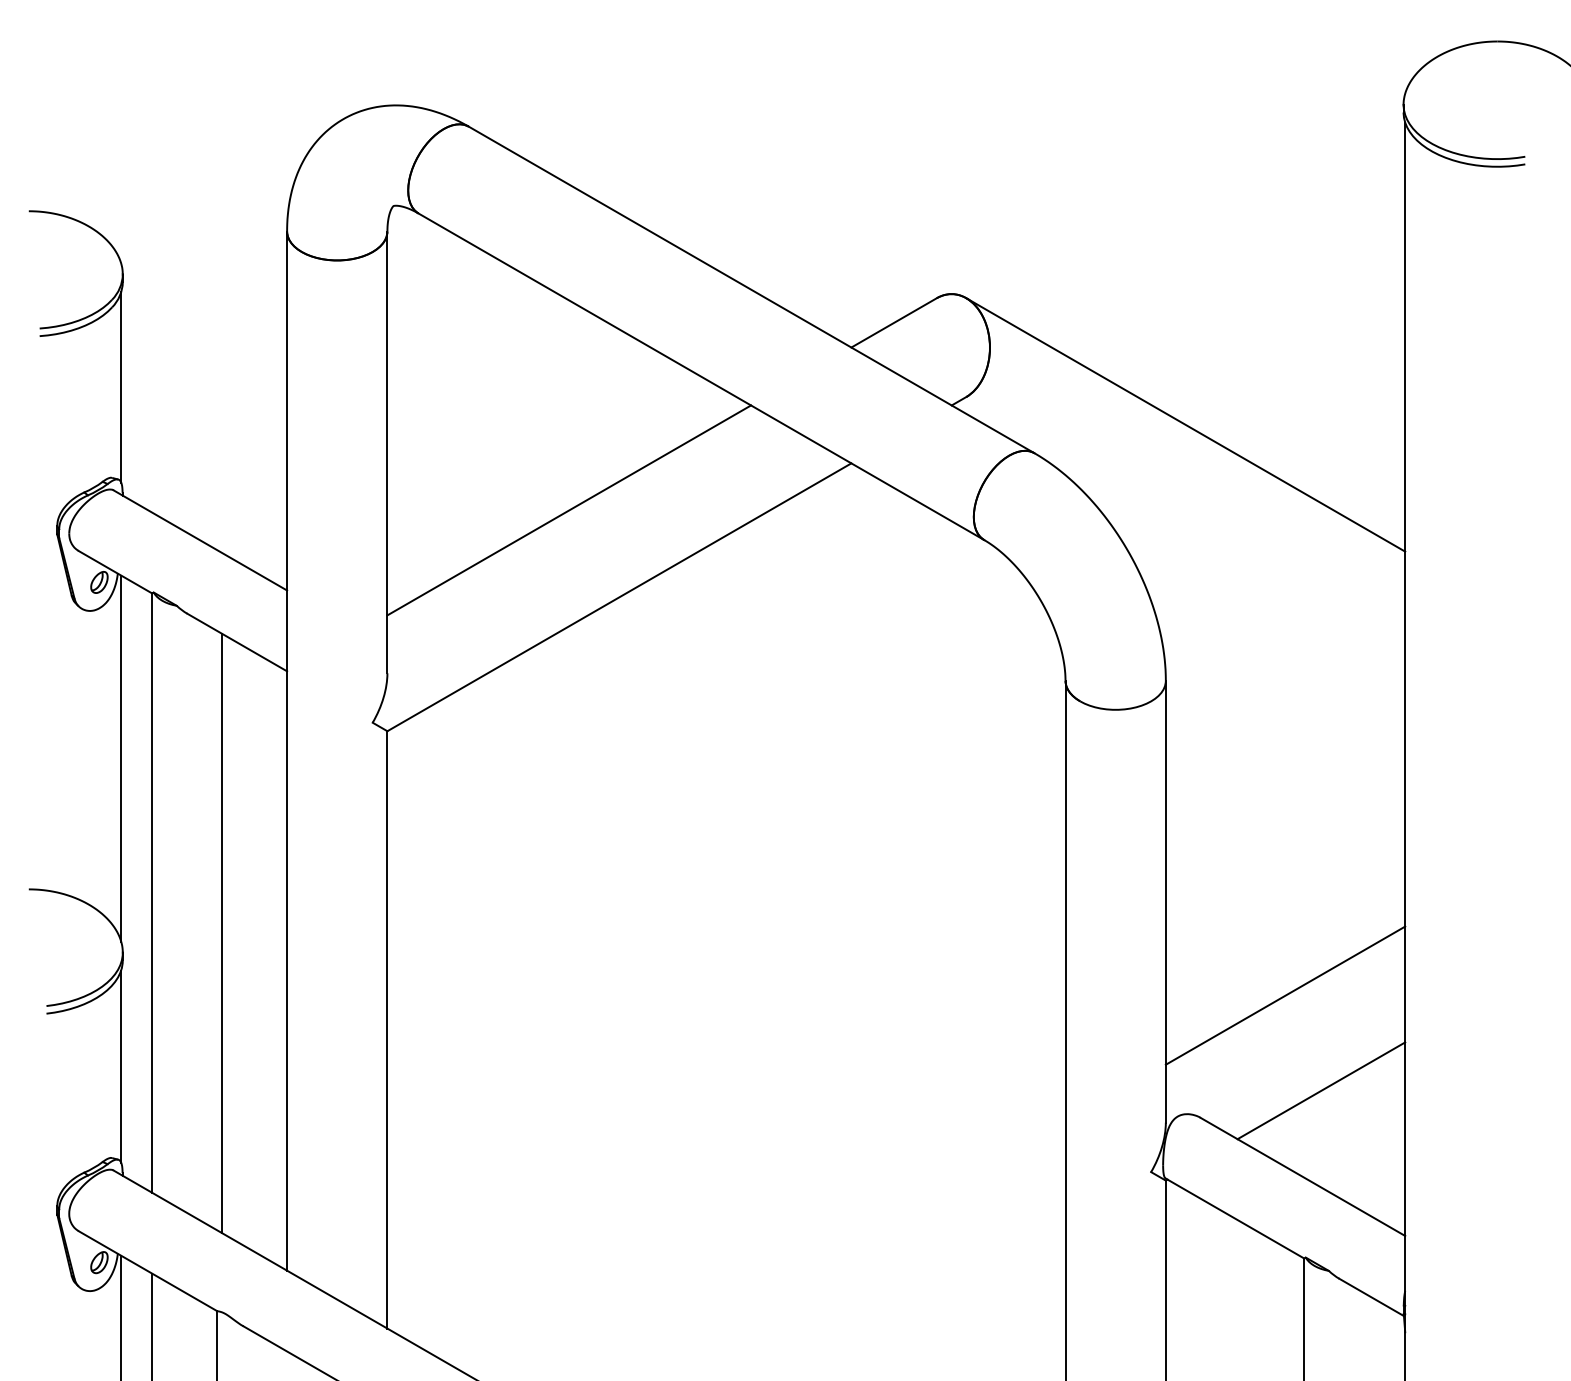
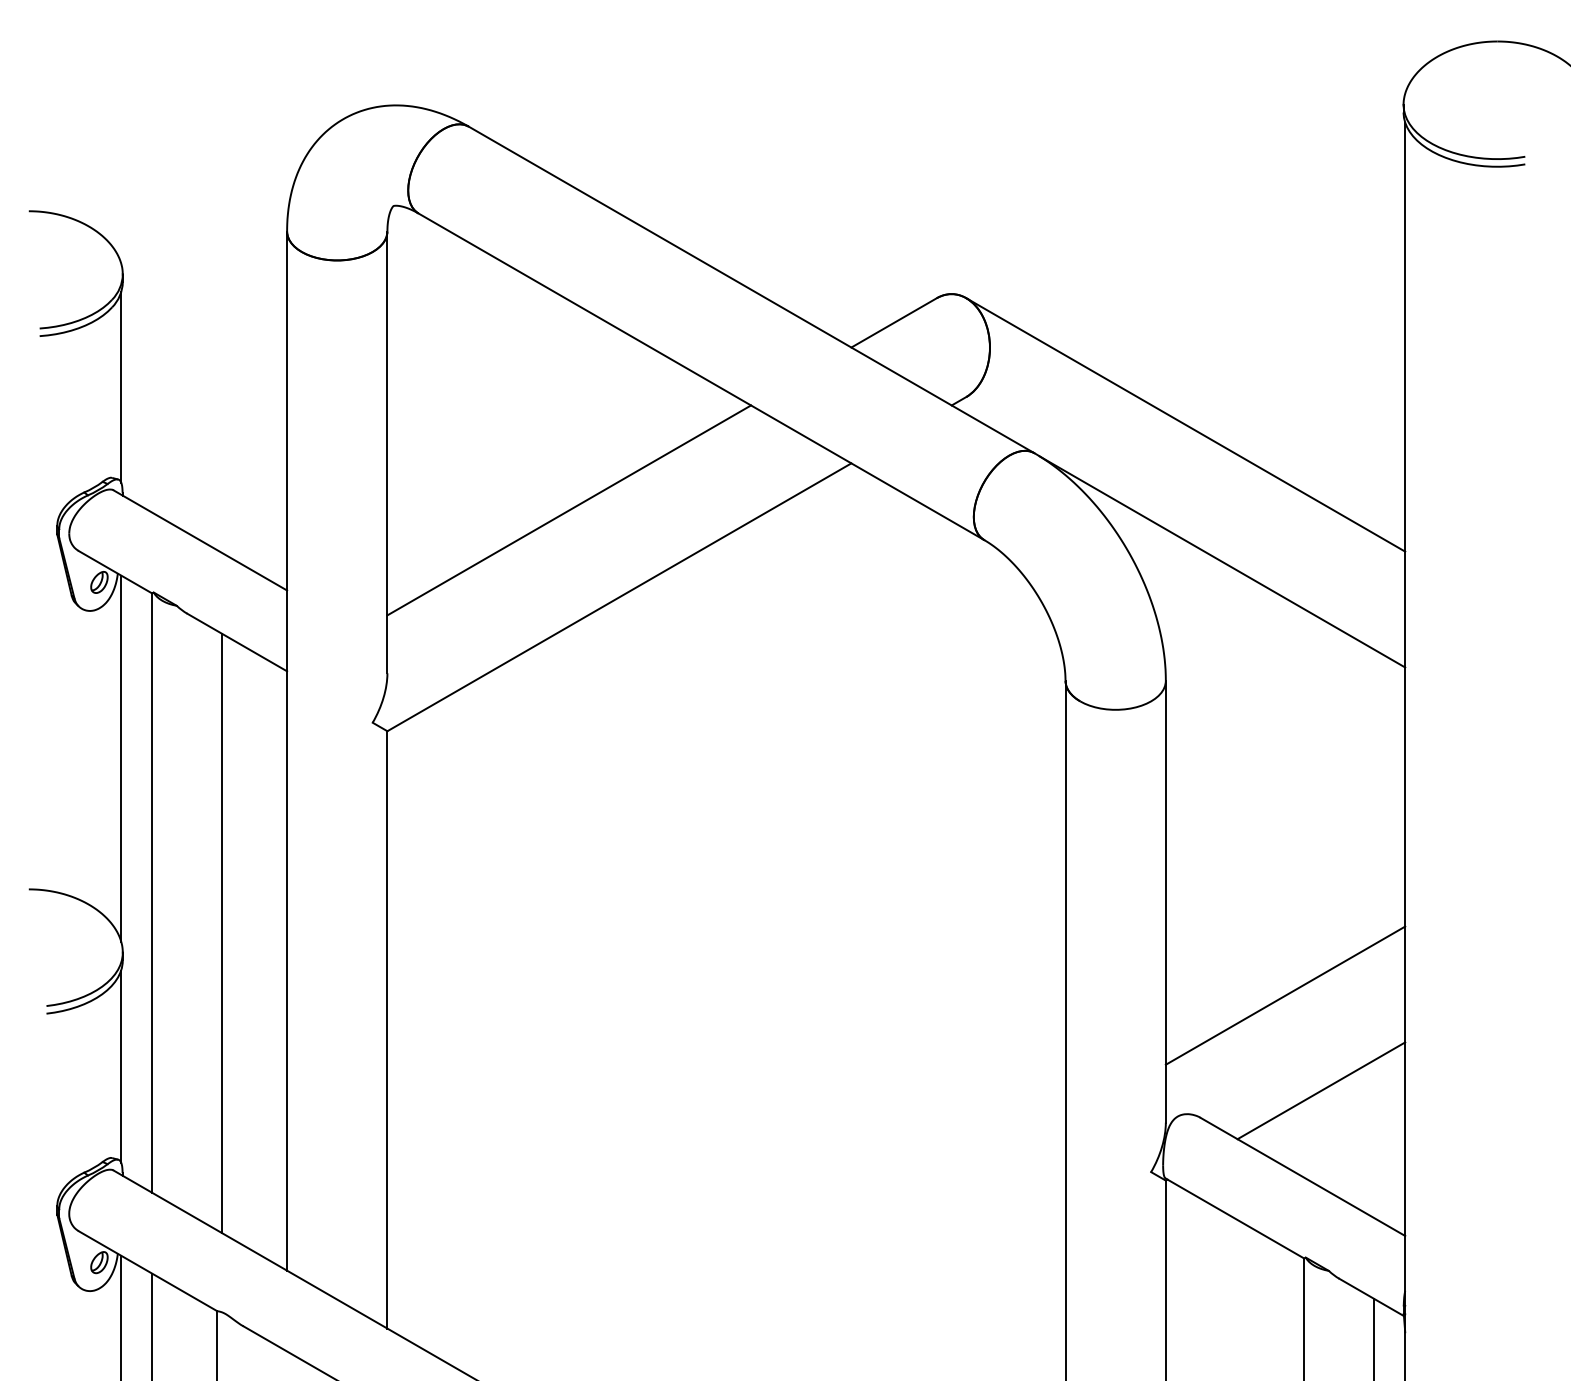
line at (1222, 561): none -> present
line at (1374, 1337): none -> present
